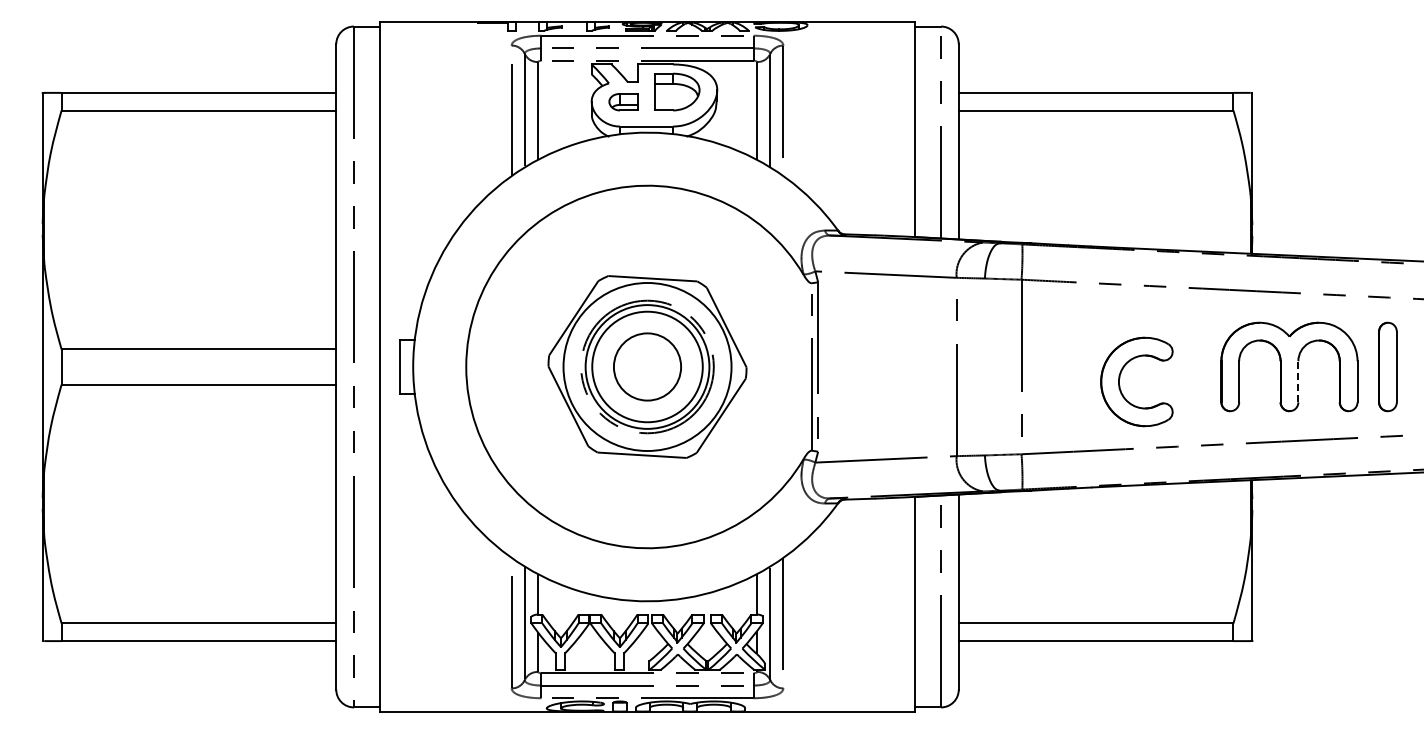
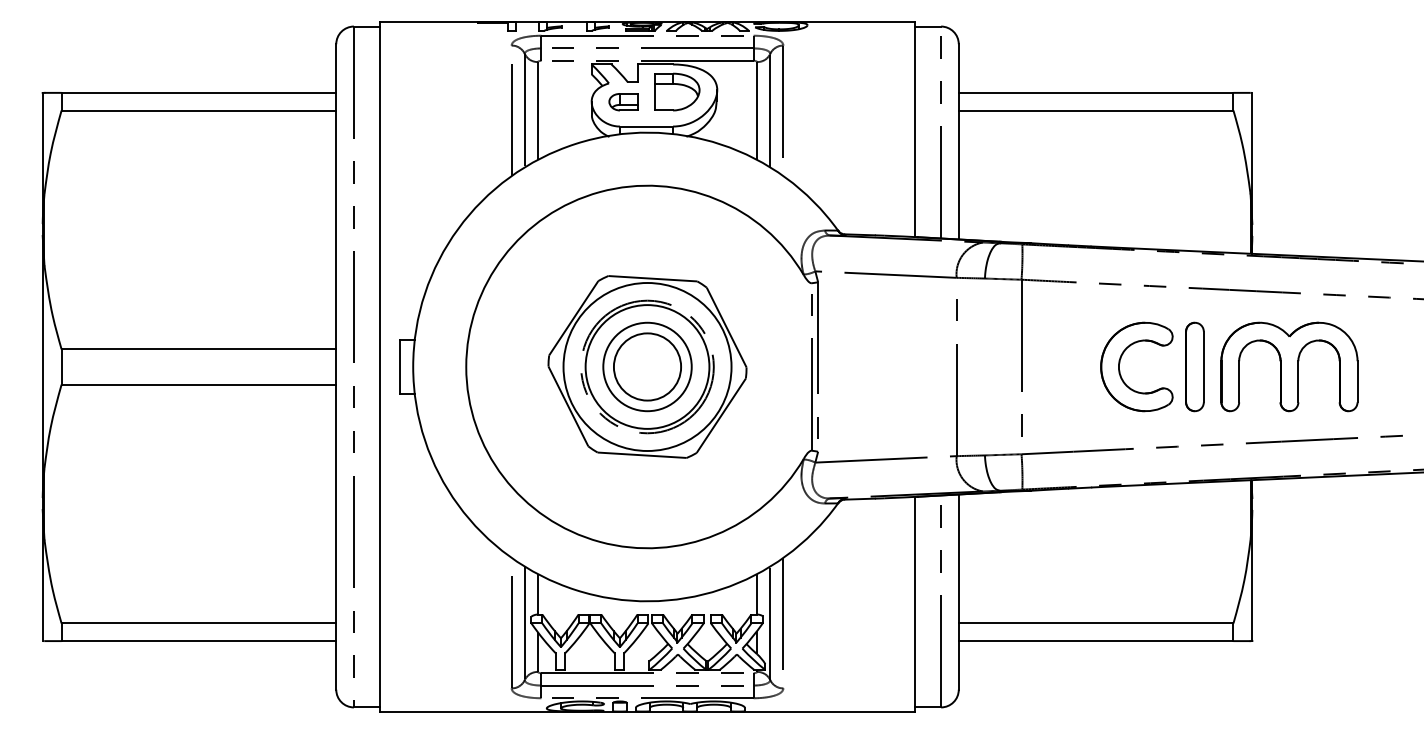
circle at (647, 366) diameter: 111 px -> 88 px
part at (1387, 366) position: (1387, 366) -> (1194, 366)
part at (1120, 378) position: (1120, 378) -> (1120, 363)
line at (1298, 381): dashed -> solid
